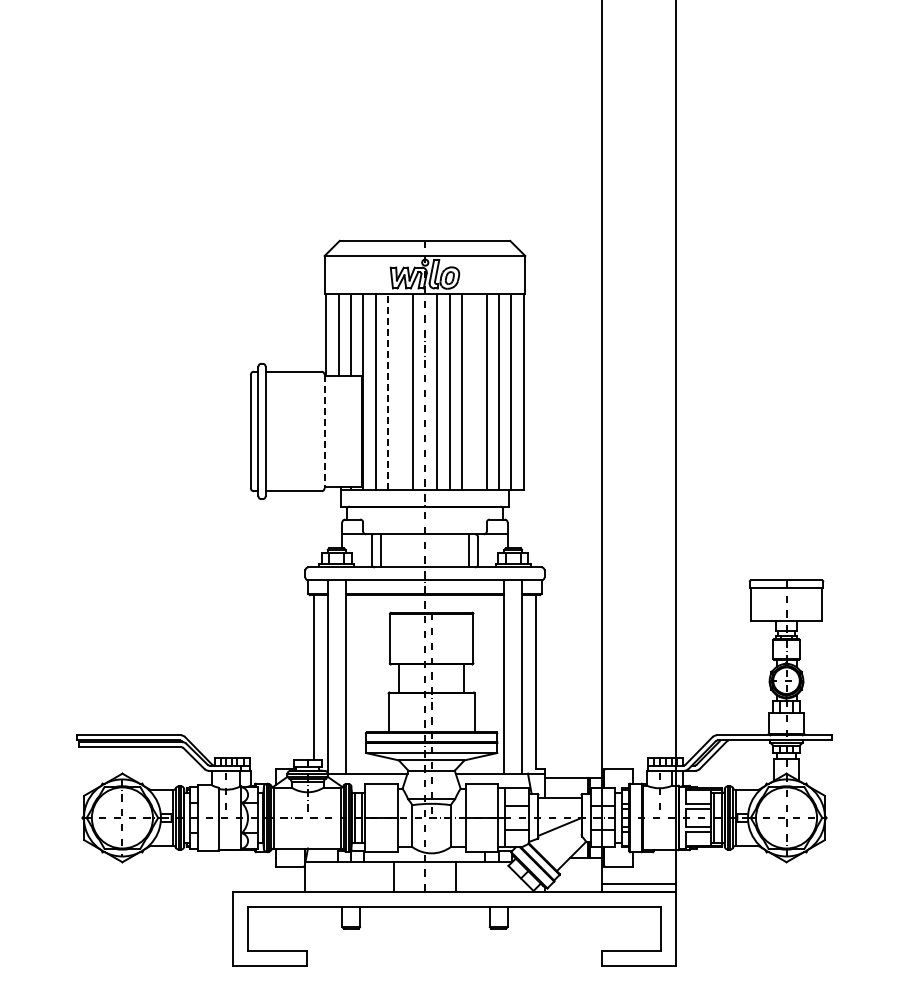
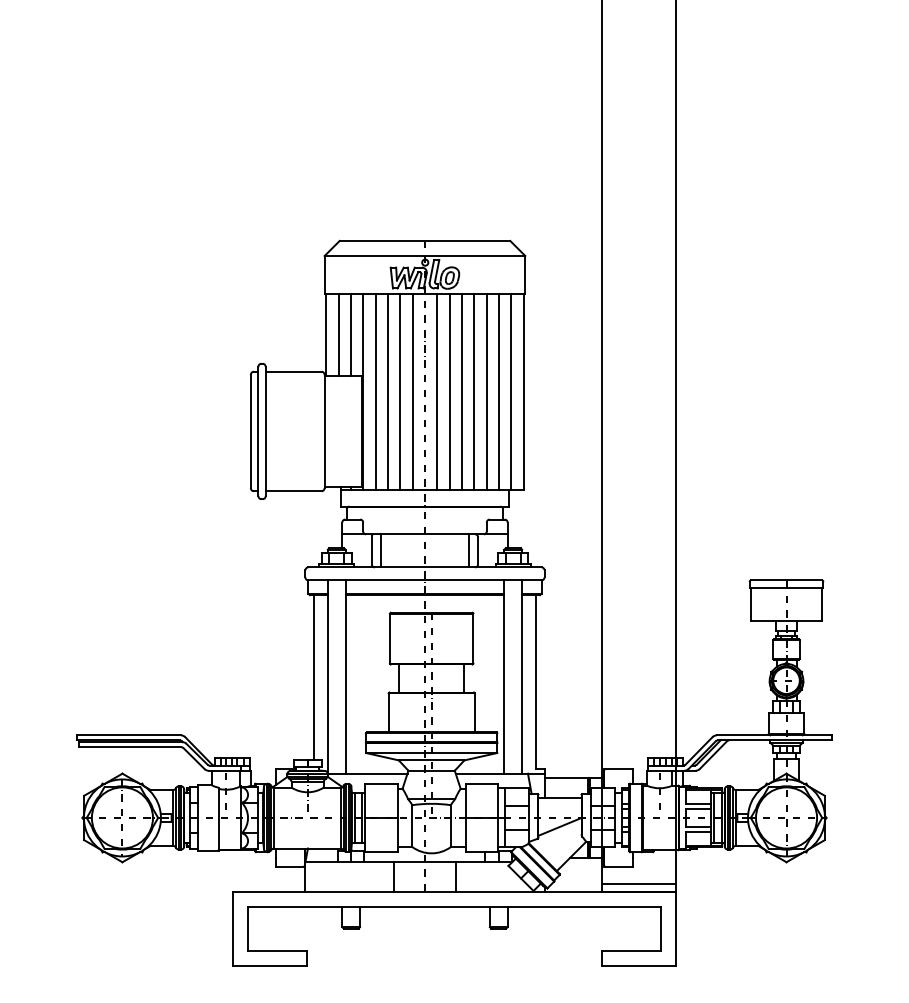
line at (387, 392): dashed -> solid
line at (400, 392): none -> present
line at (474, 392): none -> present
line at (324, 431): dashed -> solid
